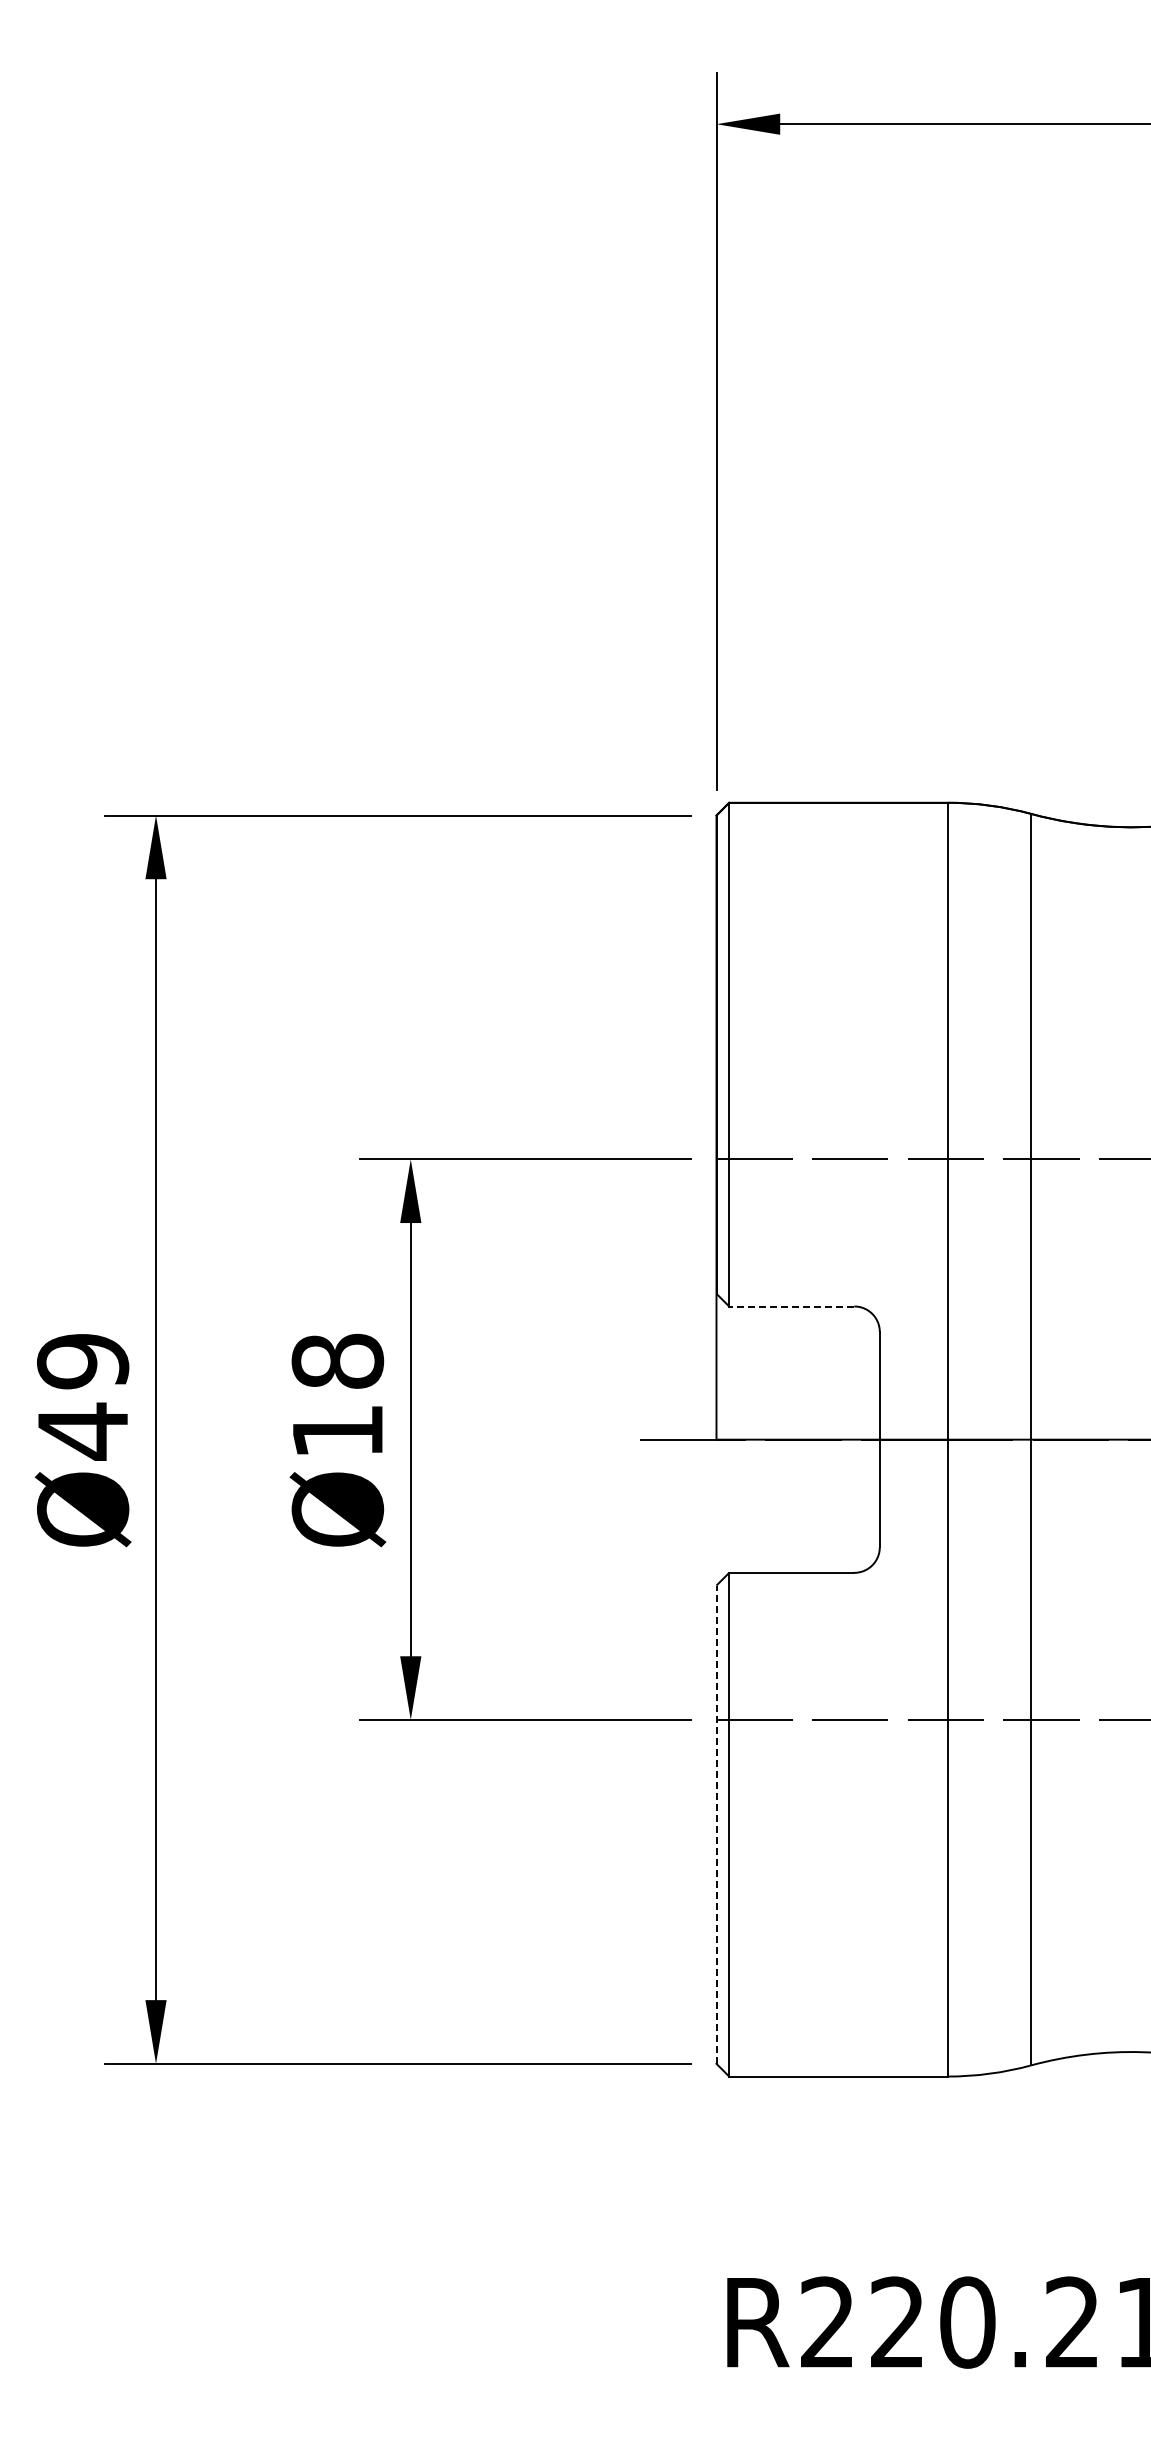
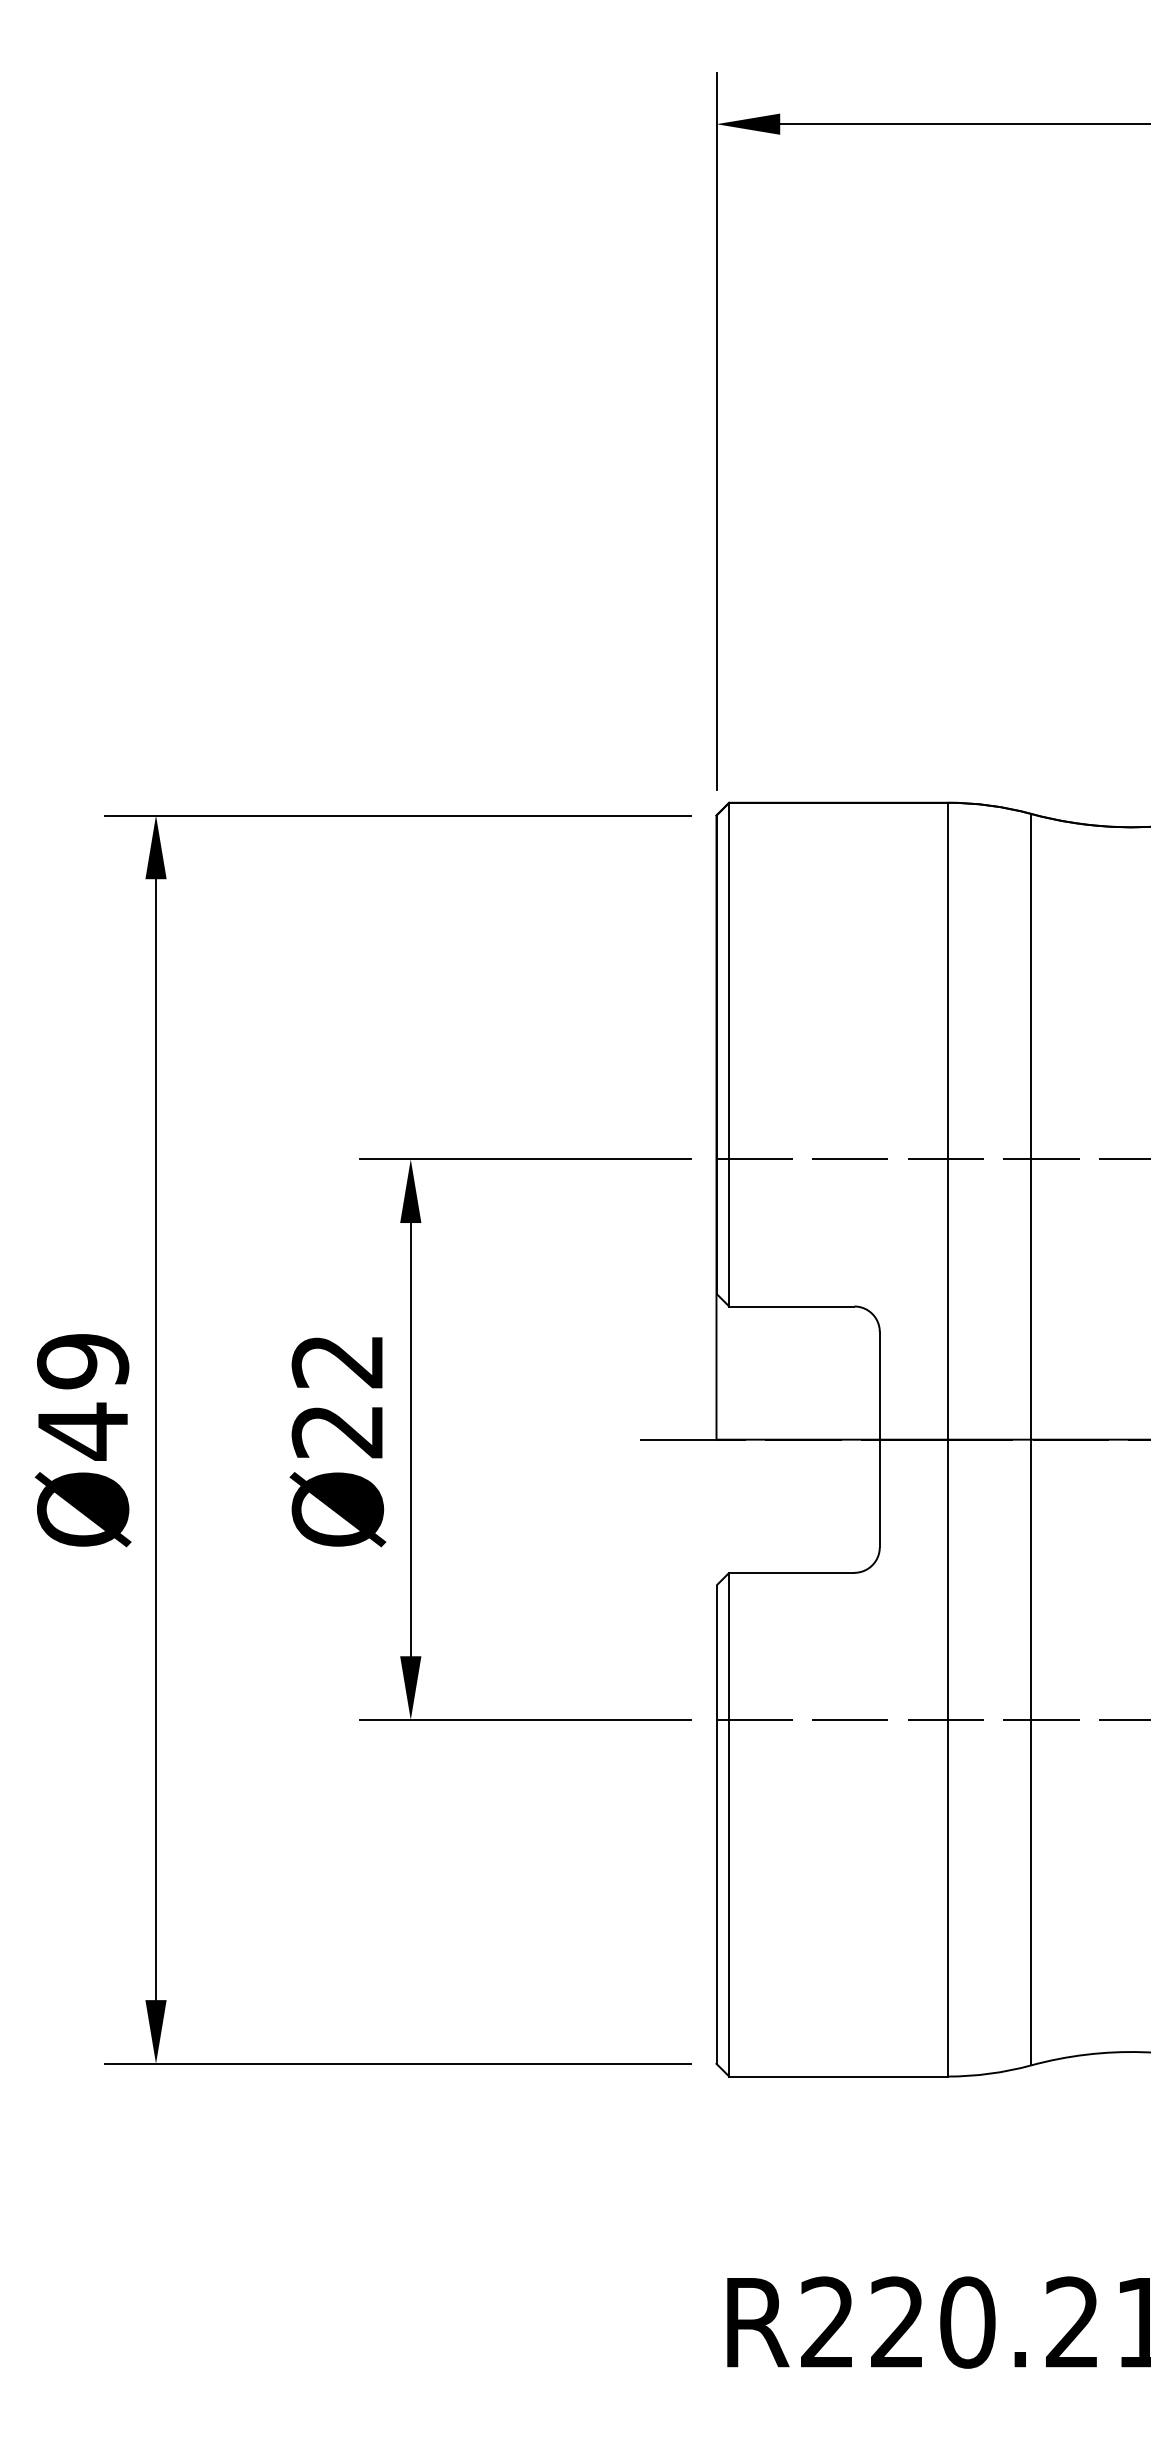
line at (791, 1306): dashed -> solid
text at (337, 1395): Ø18 -> Ø22
line at (716, 1824): dashed -> solid
